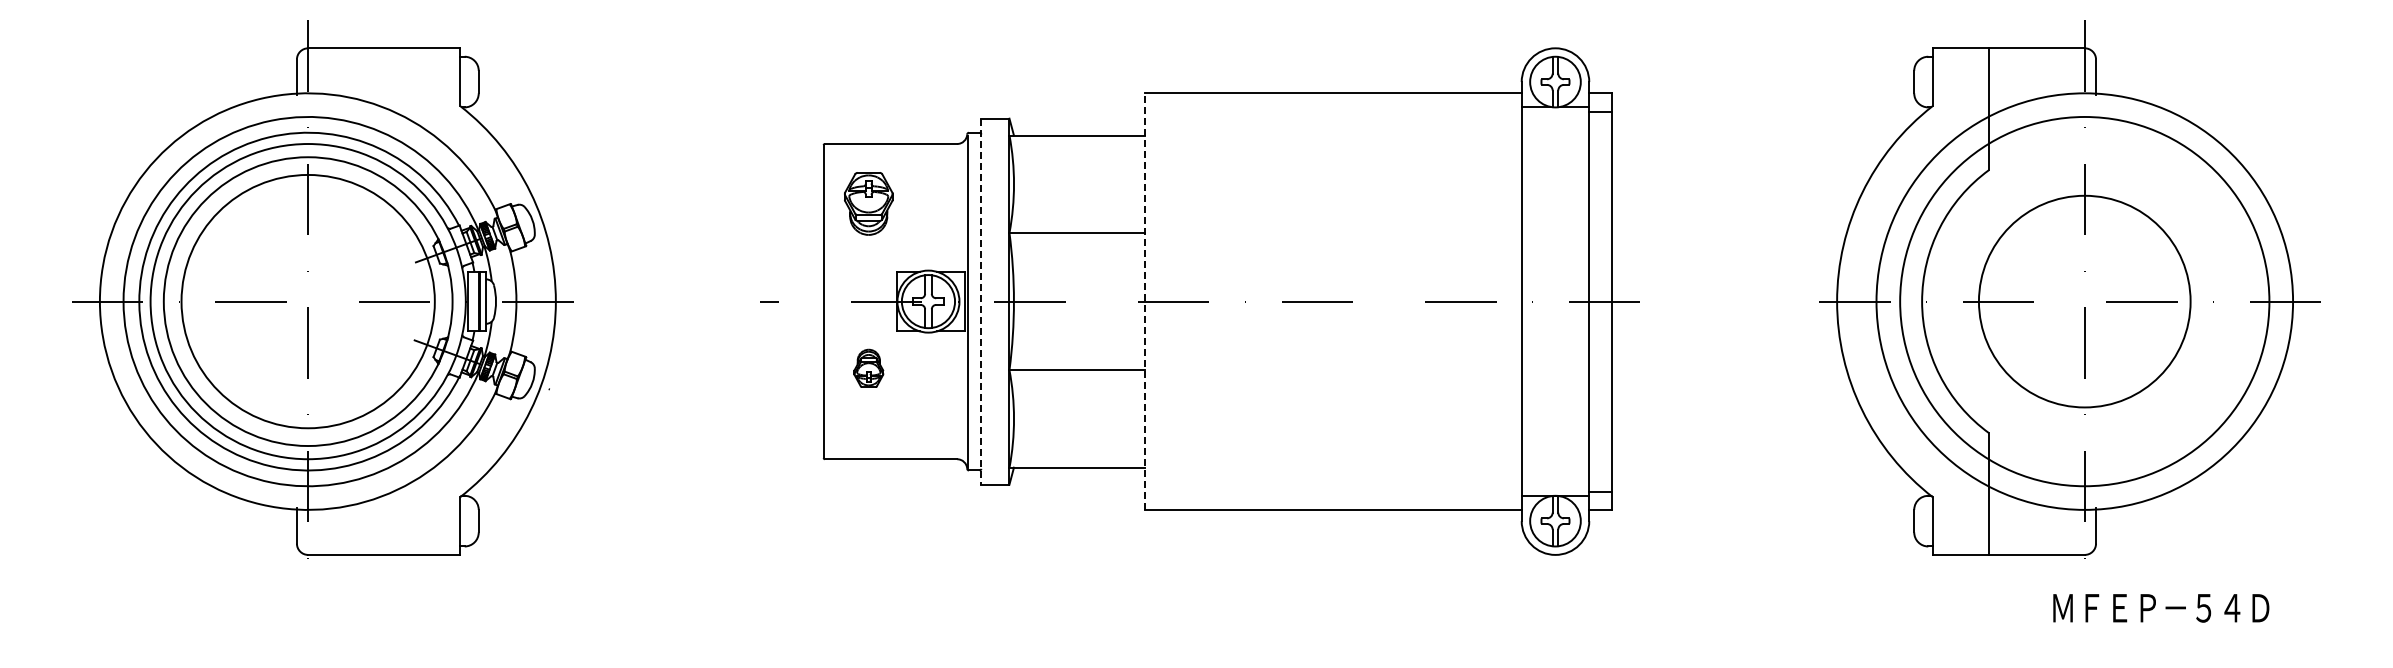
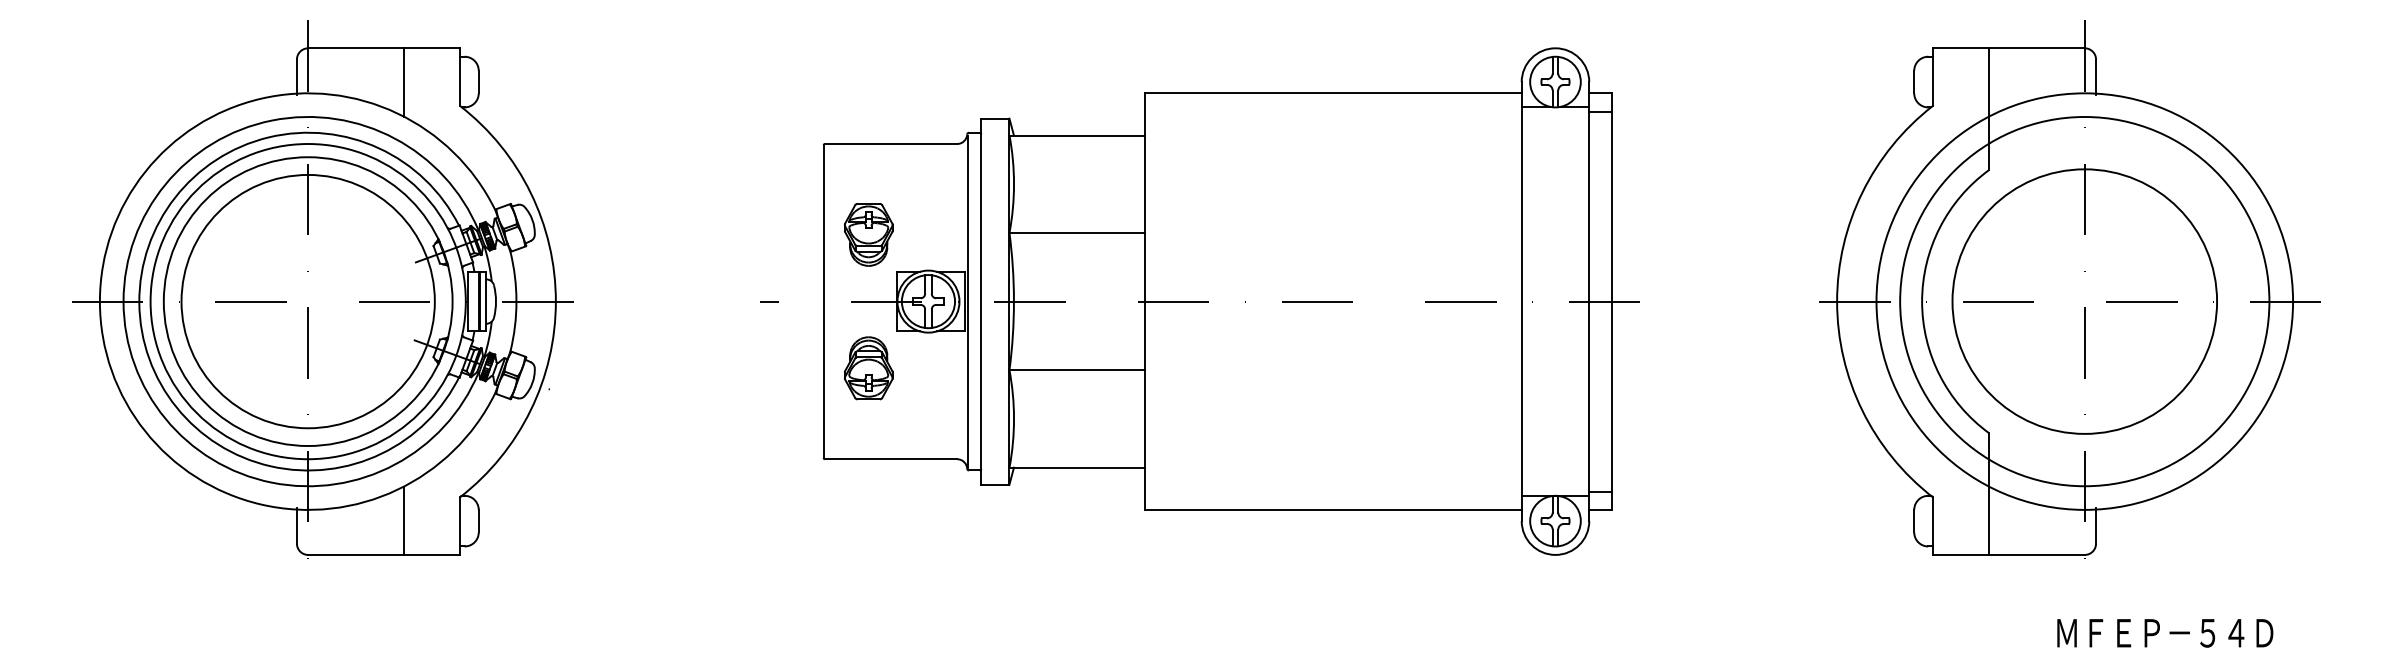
line at (403, 82): none -> present
part at (868, 203) position: (868, 203) -> (868, 234)
line at (981, 301): dashed -> solid
line at (1144, 301): dashed -> solid
circle at (2084, 301) diameter: 212 px -> 265 px
part at (868, 367) size: 32x40 px -> 50x65 px
line at (403, 520): none -> present
text at (2161, 608) position: (2161, 608) -> (2165, 633)
